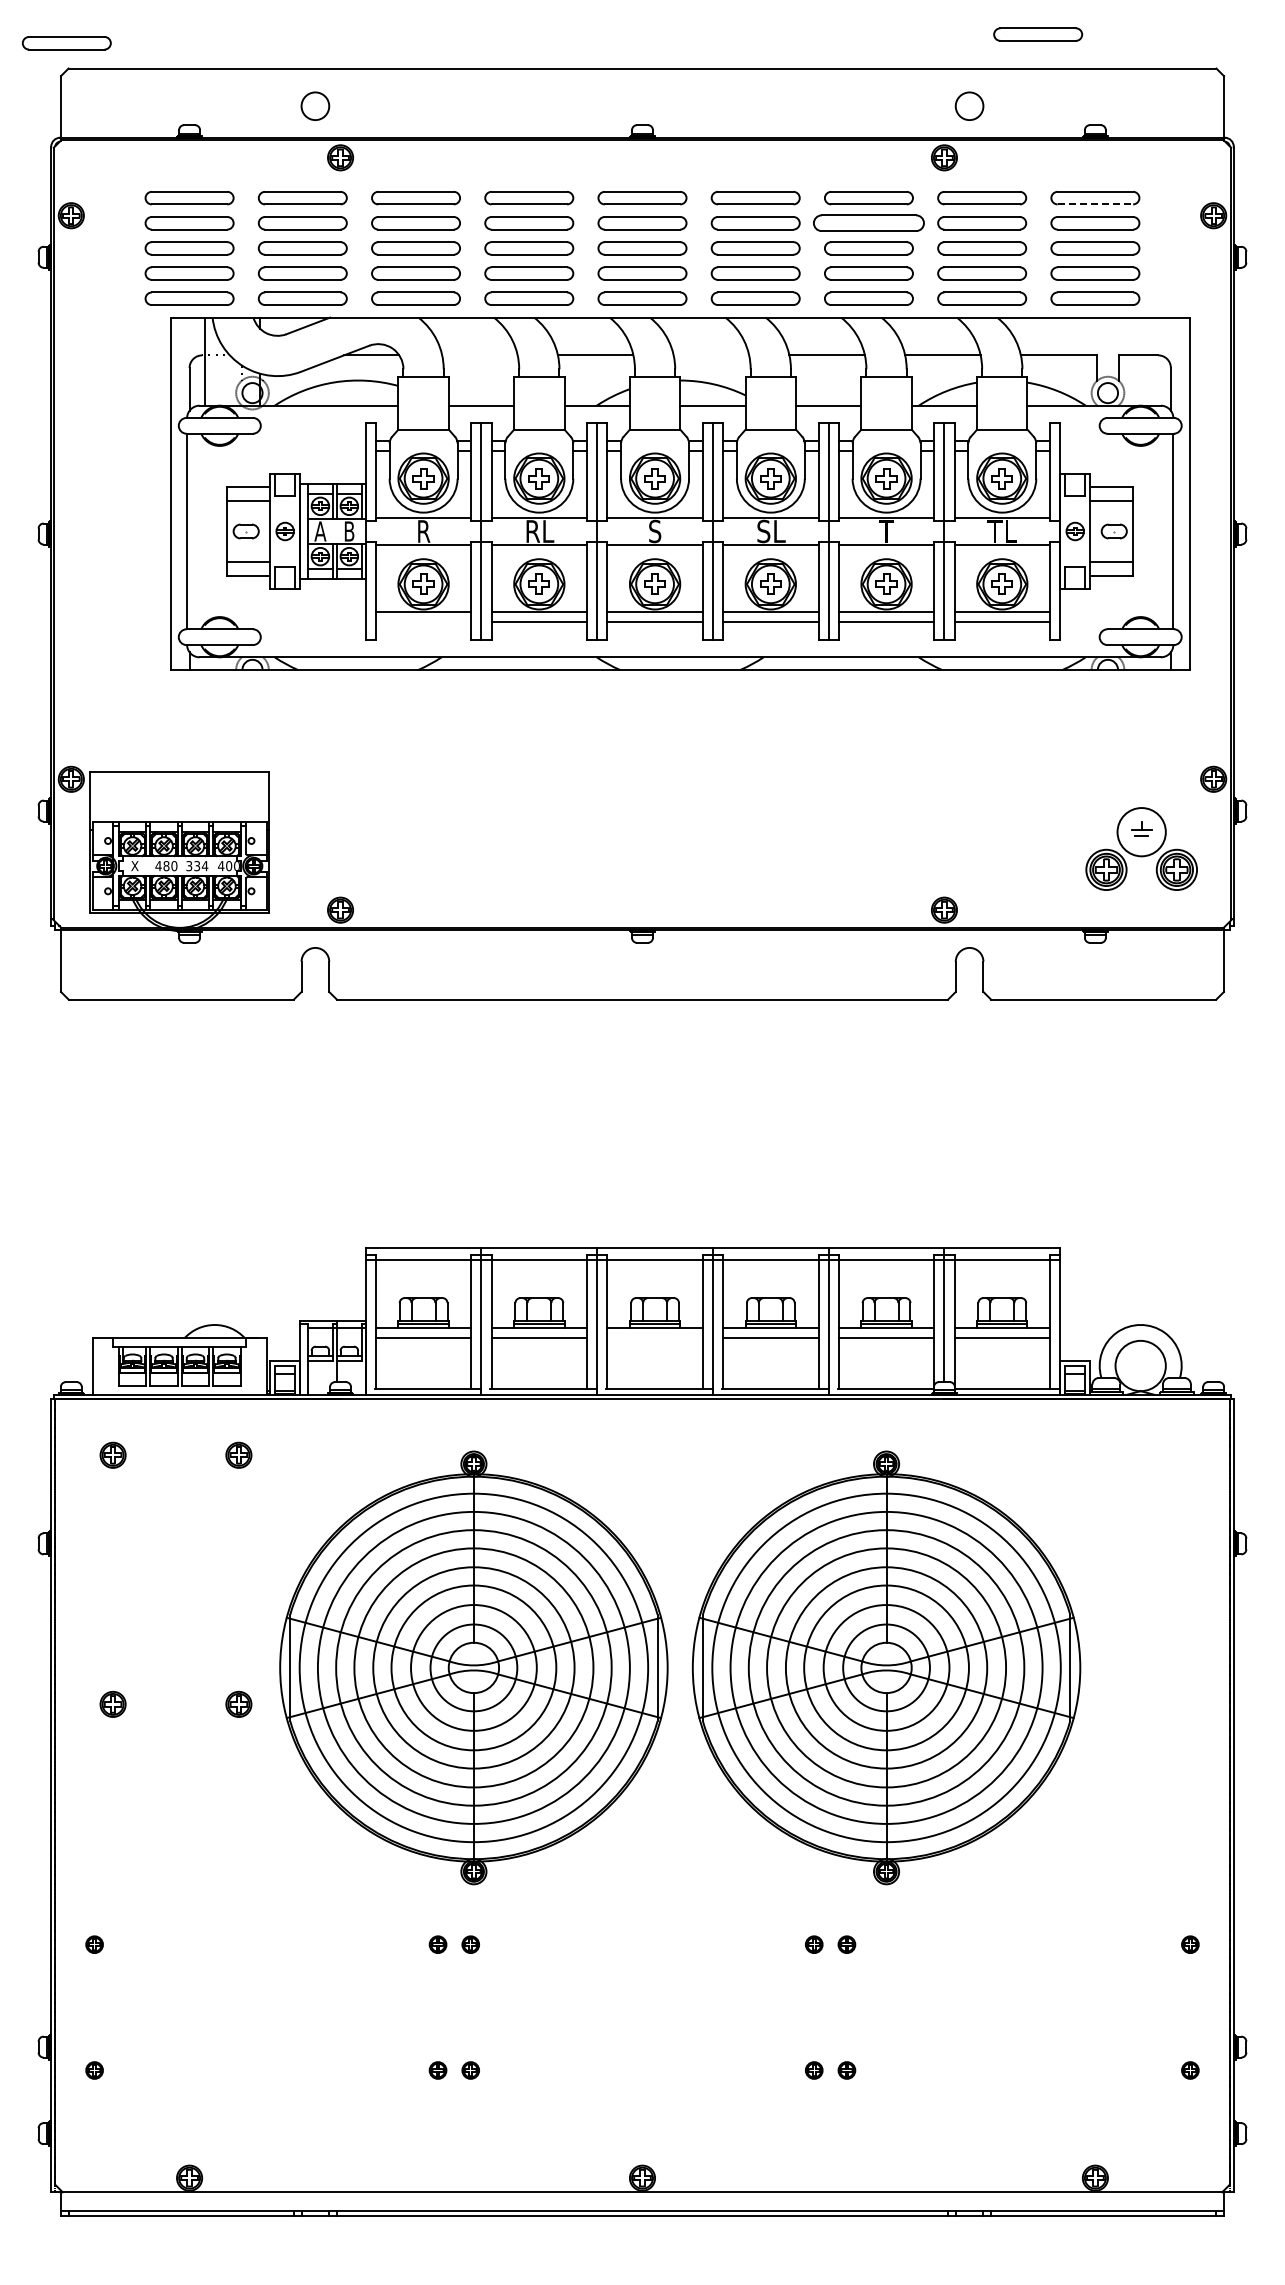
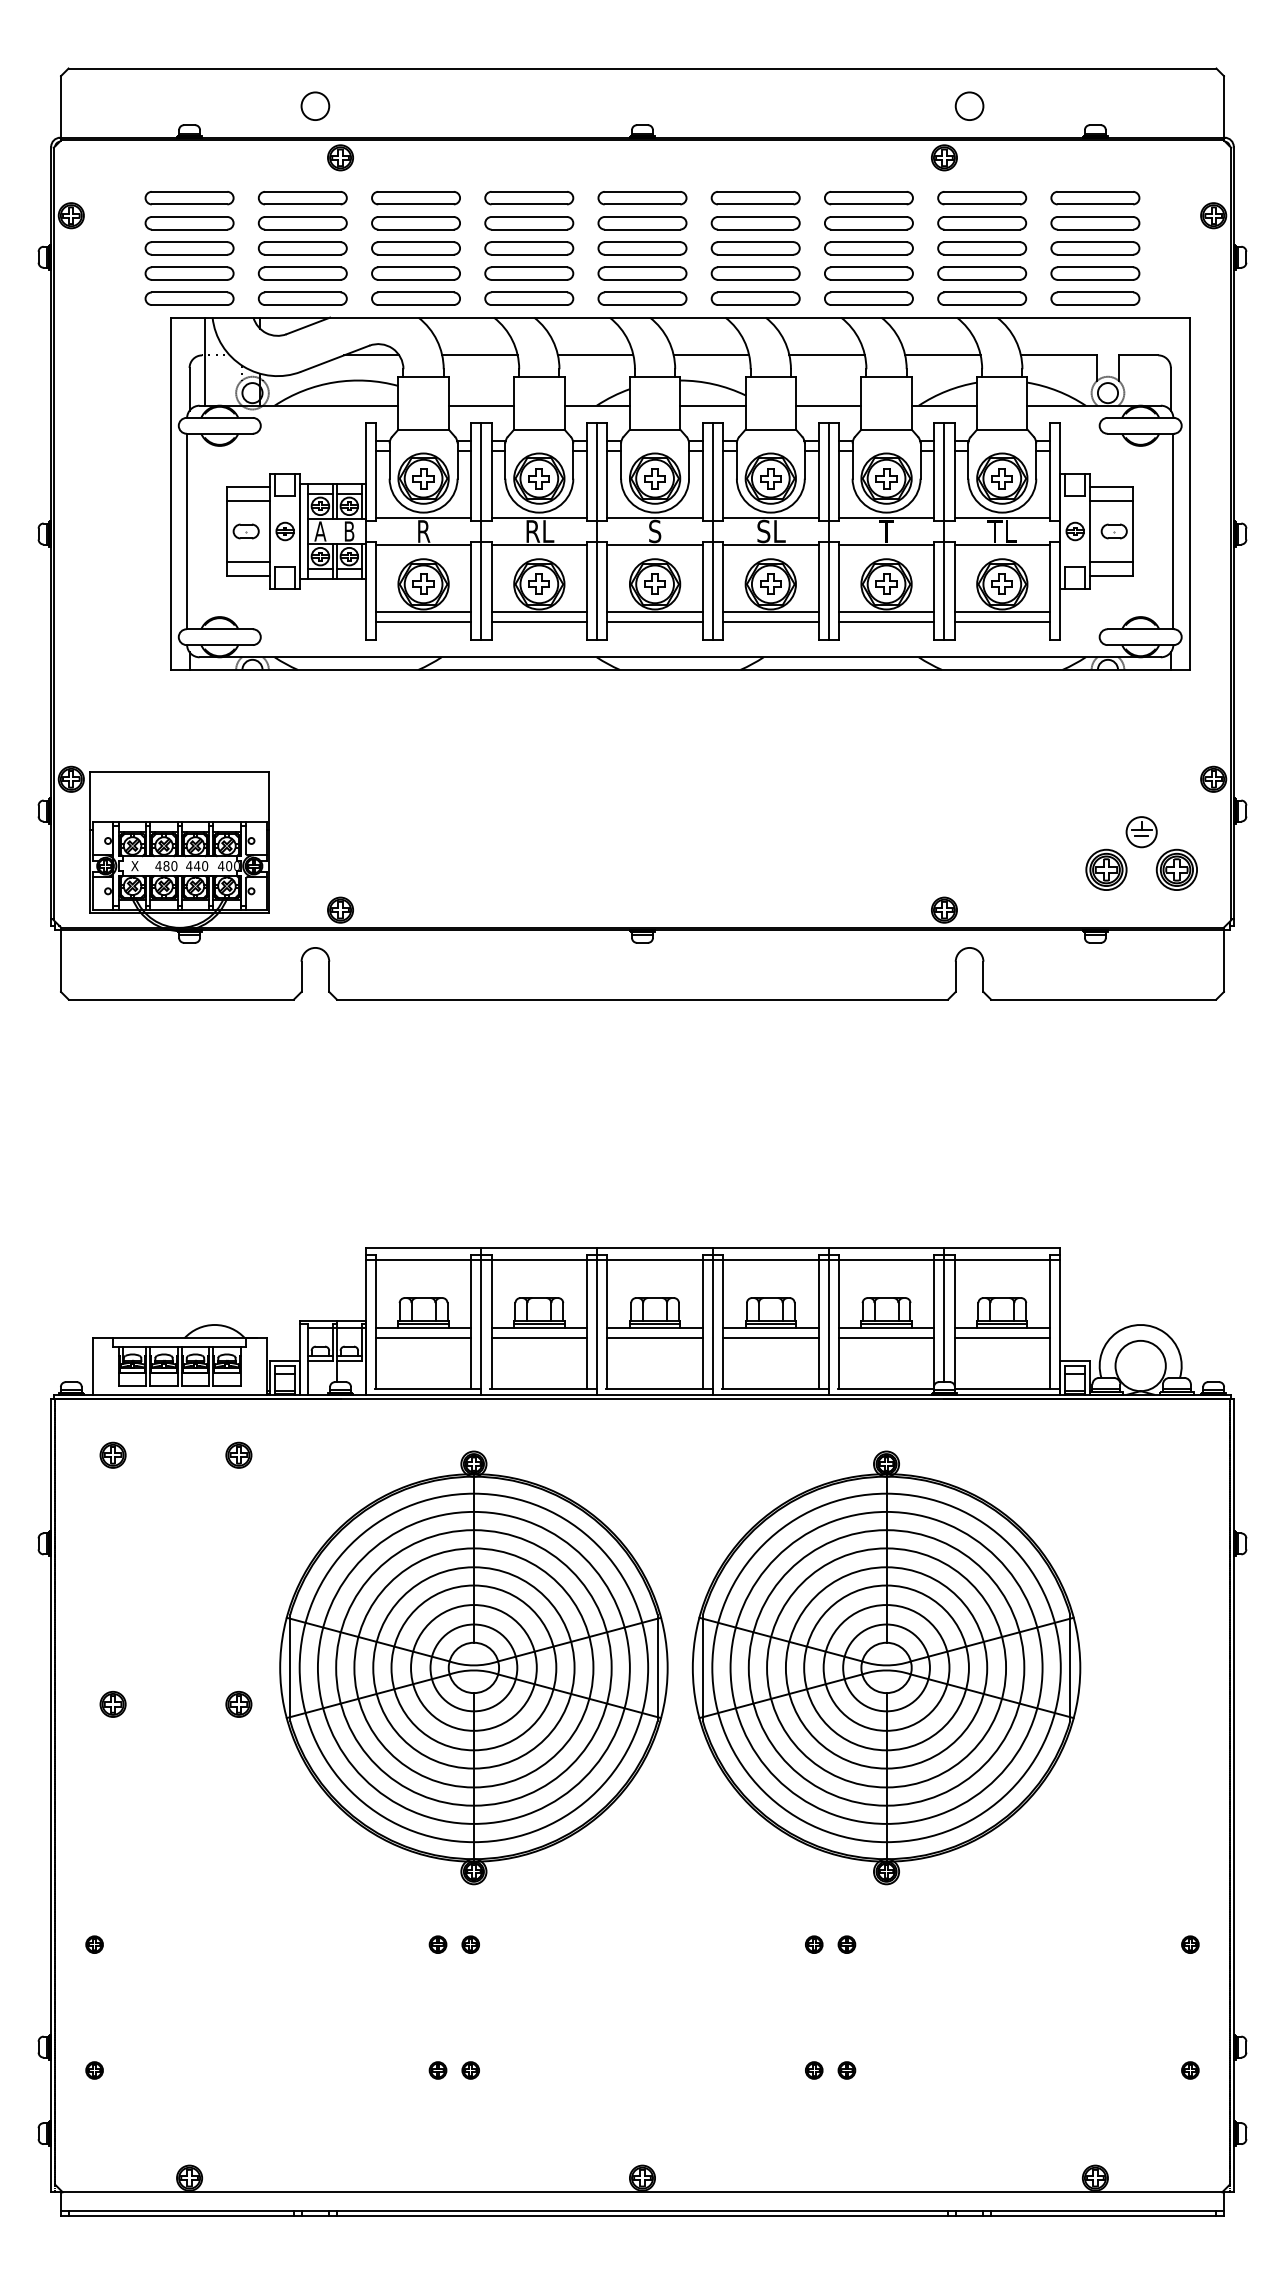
part at (1038, 34): present -> none
part at (66, 43): present -> none
line at (1095, 204): dashed -> solid
part at (868, 222) size: 112x18 px -> 90x15 px
line at (479, 355): none -> present
line at (711, 355): none -> present
line at (423, 622): none -> present
circle at (1141, 832) diameter: 48 px -> 30 px
text at (197, 866): 334 -> 440
line at (654, 1338): none -> present
